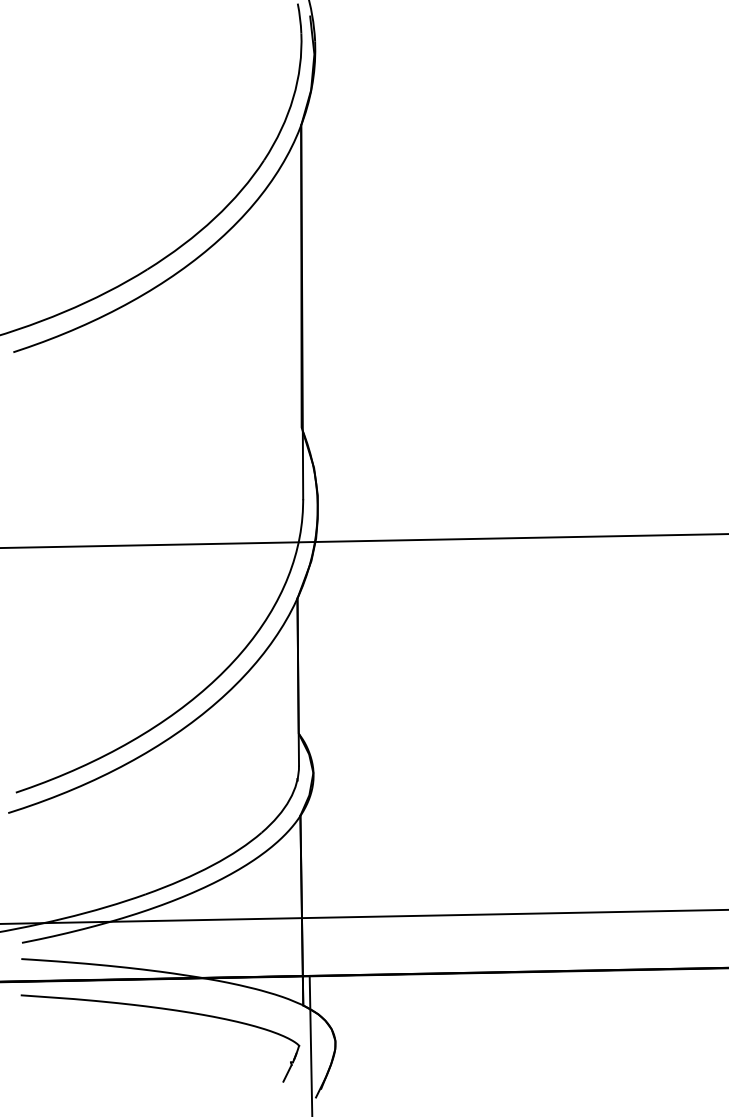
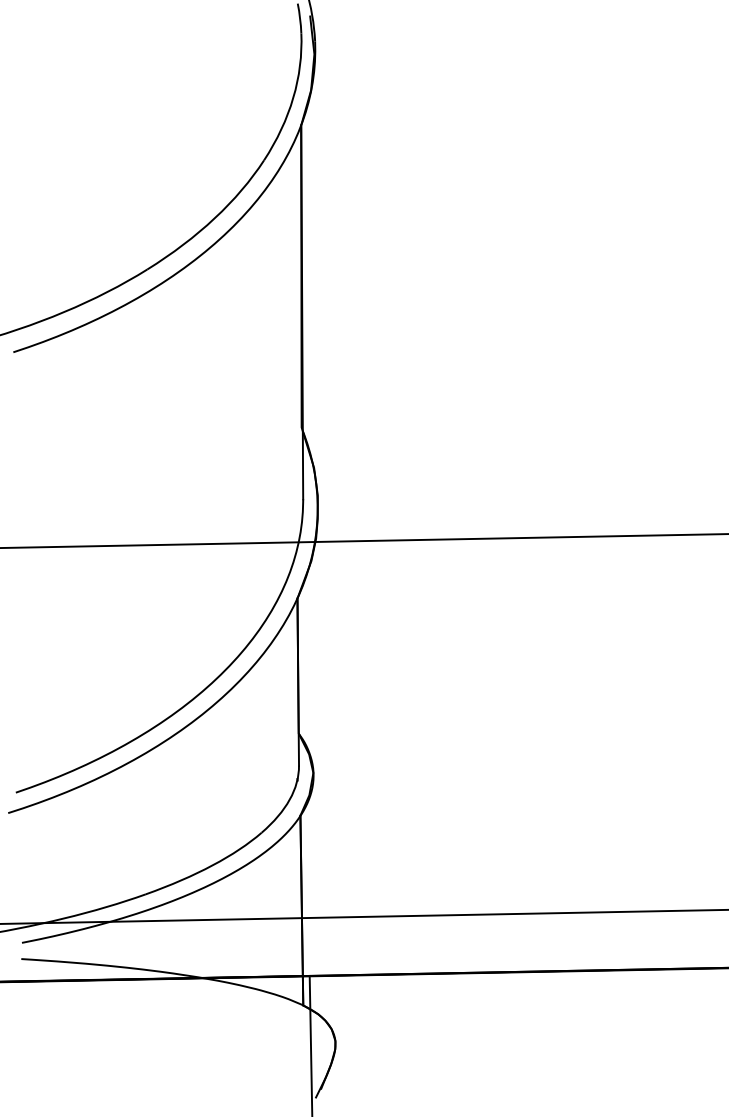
part at (167, 1010): present -> none
